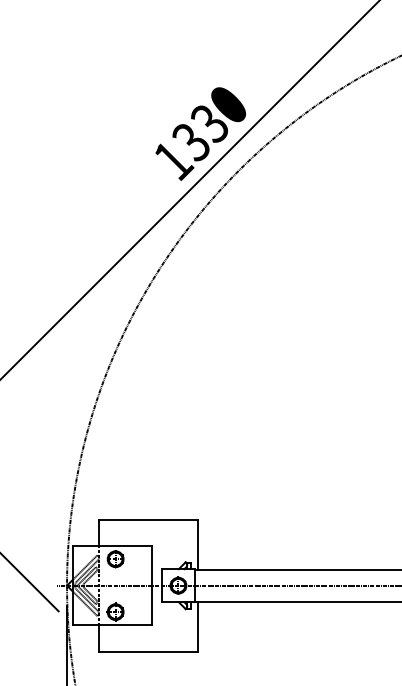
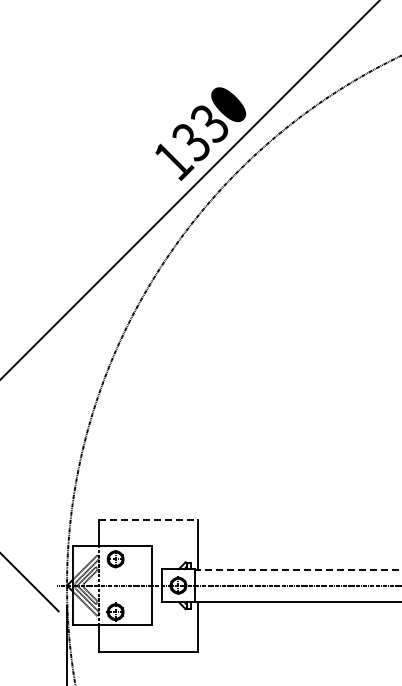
line at (148, 519): solid -> dashed
line at (297, 569): solid -> dashed
